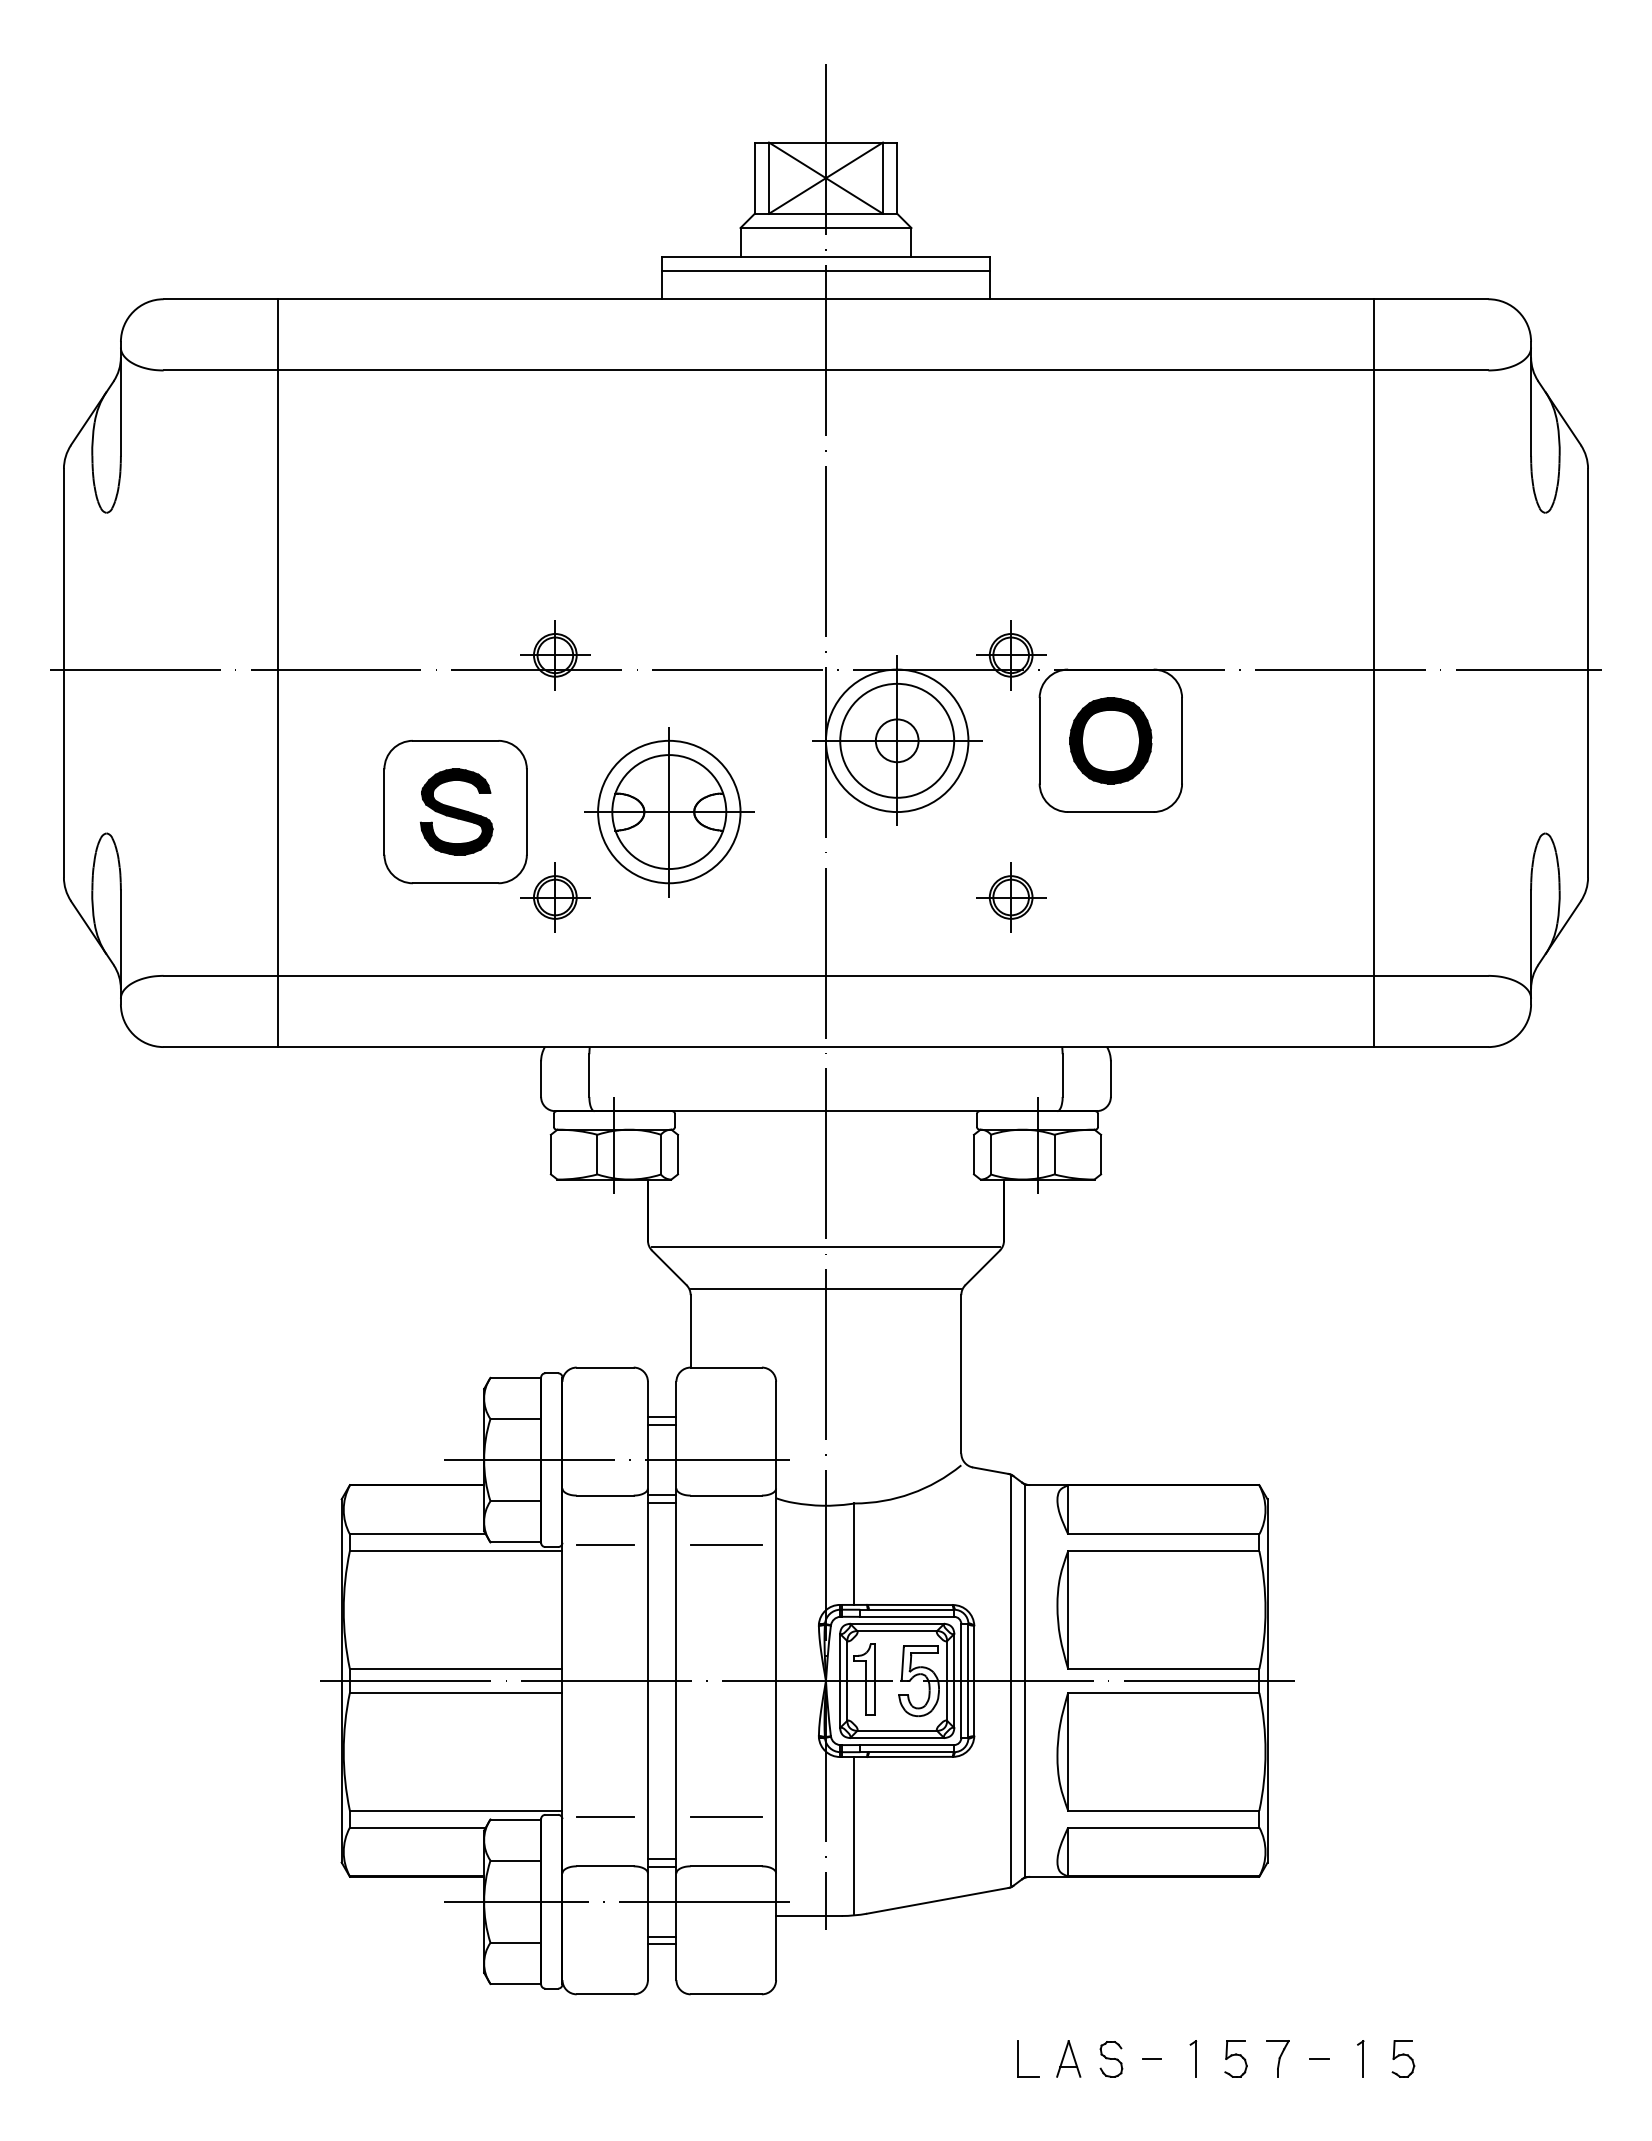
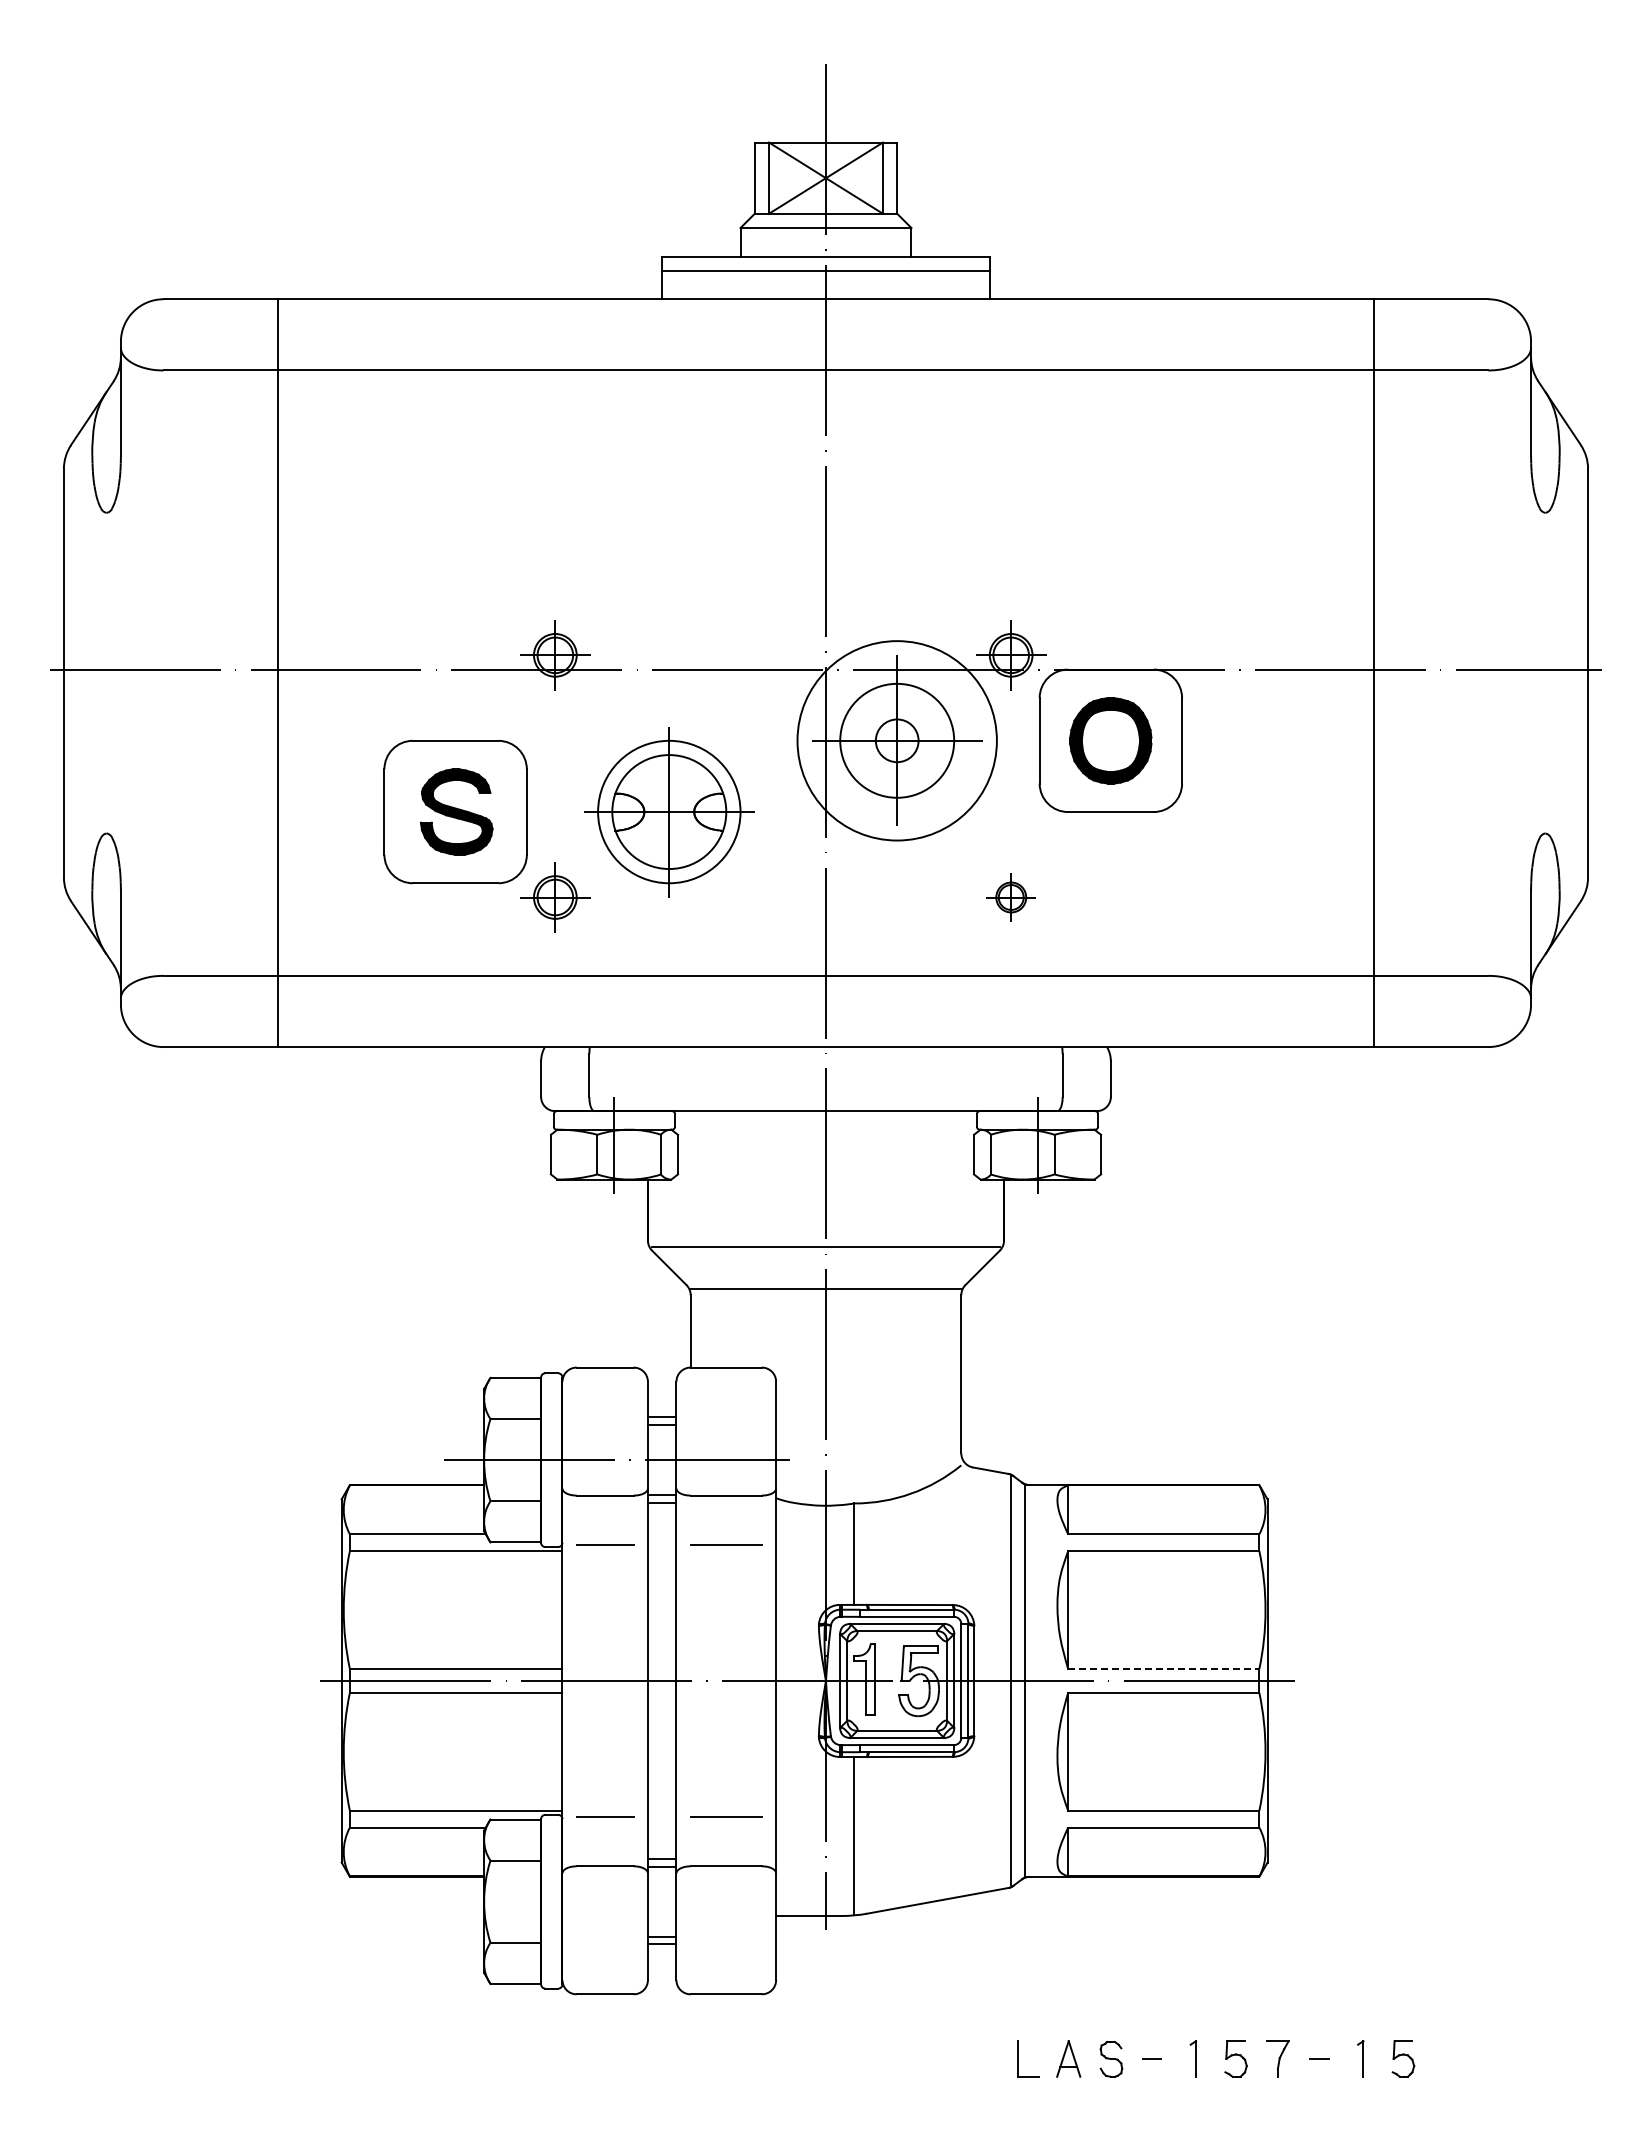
circle at (897, 740) diameter: 142 px -> 199 px
part at (1011, 897) size: 71x71 px -> 50x49 px
line at (1163, 1669): solid -> dashed
line at (616, 1901): present -> none
